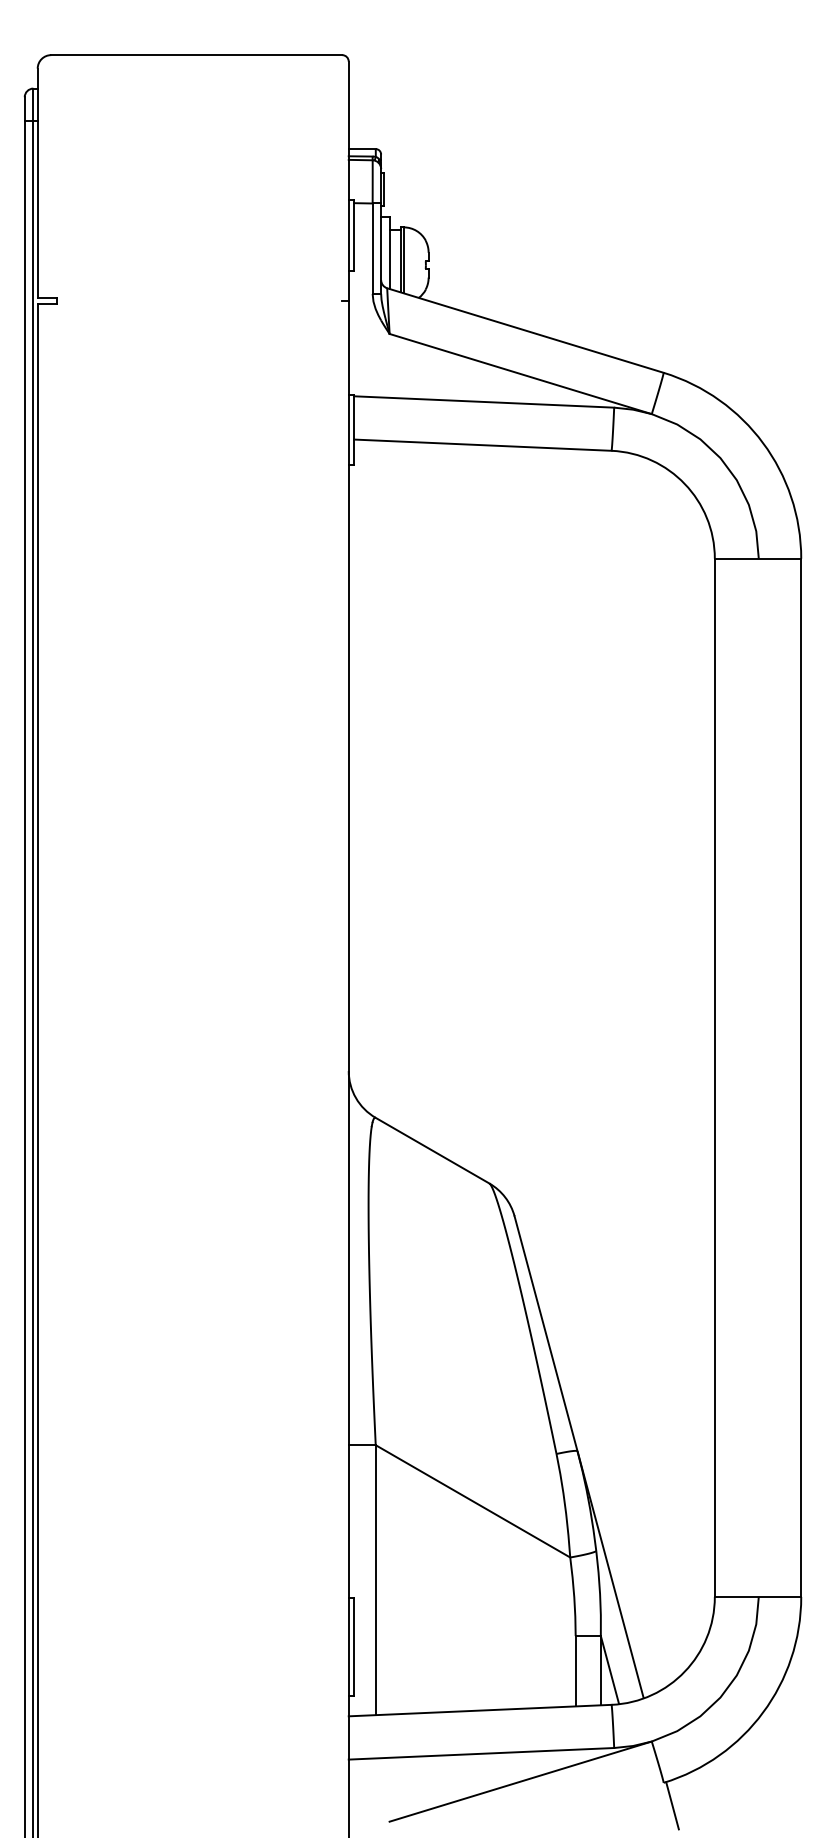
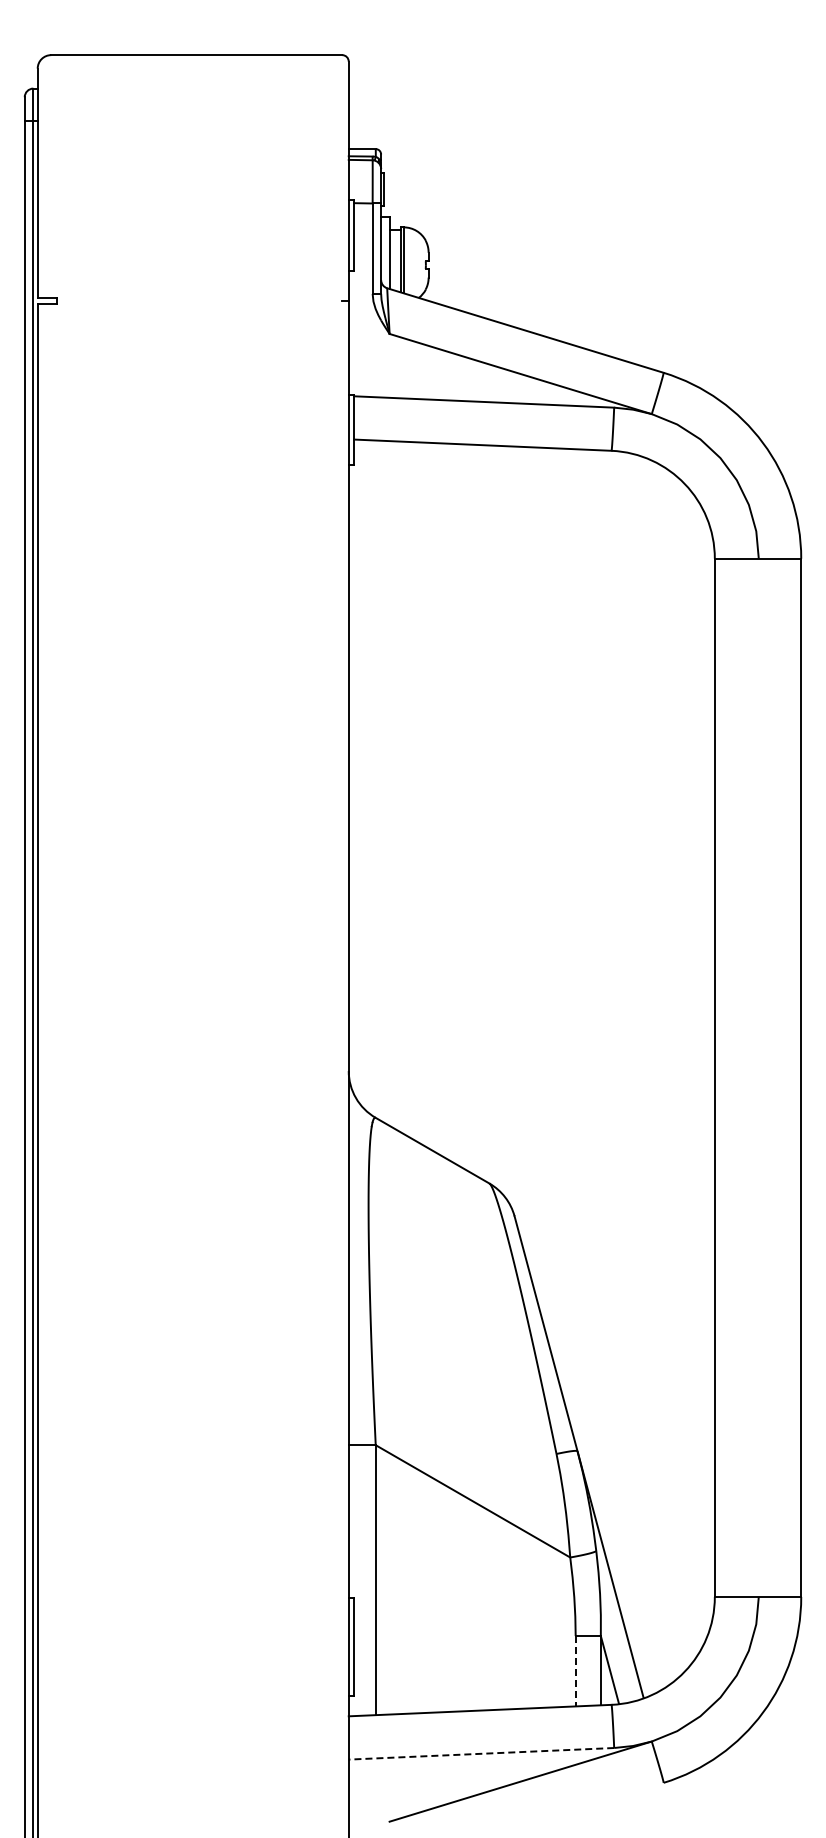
line at (575, 1671): solid -> dashed
line at (481, 1753): solid -> dashed
line at (672, 1805): present -> none
